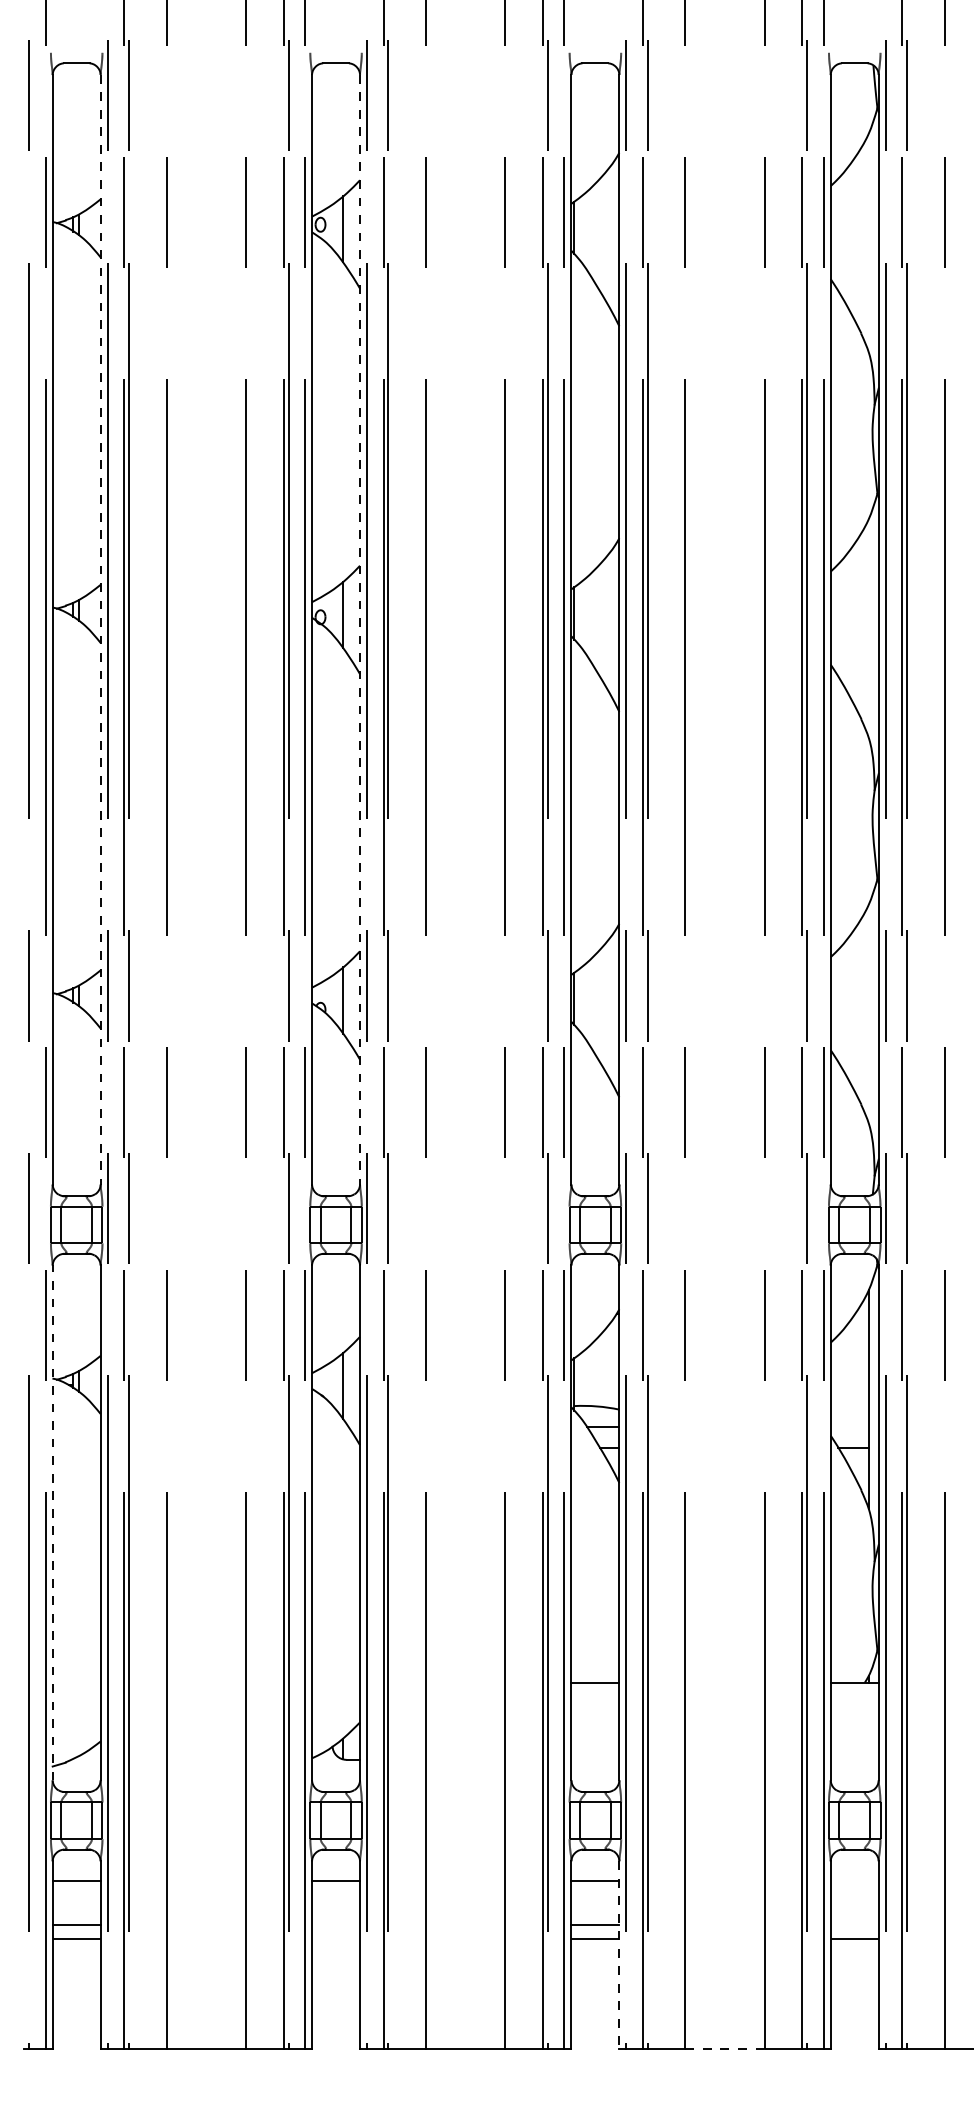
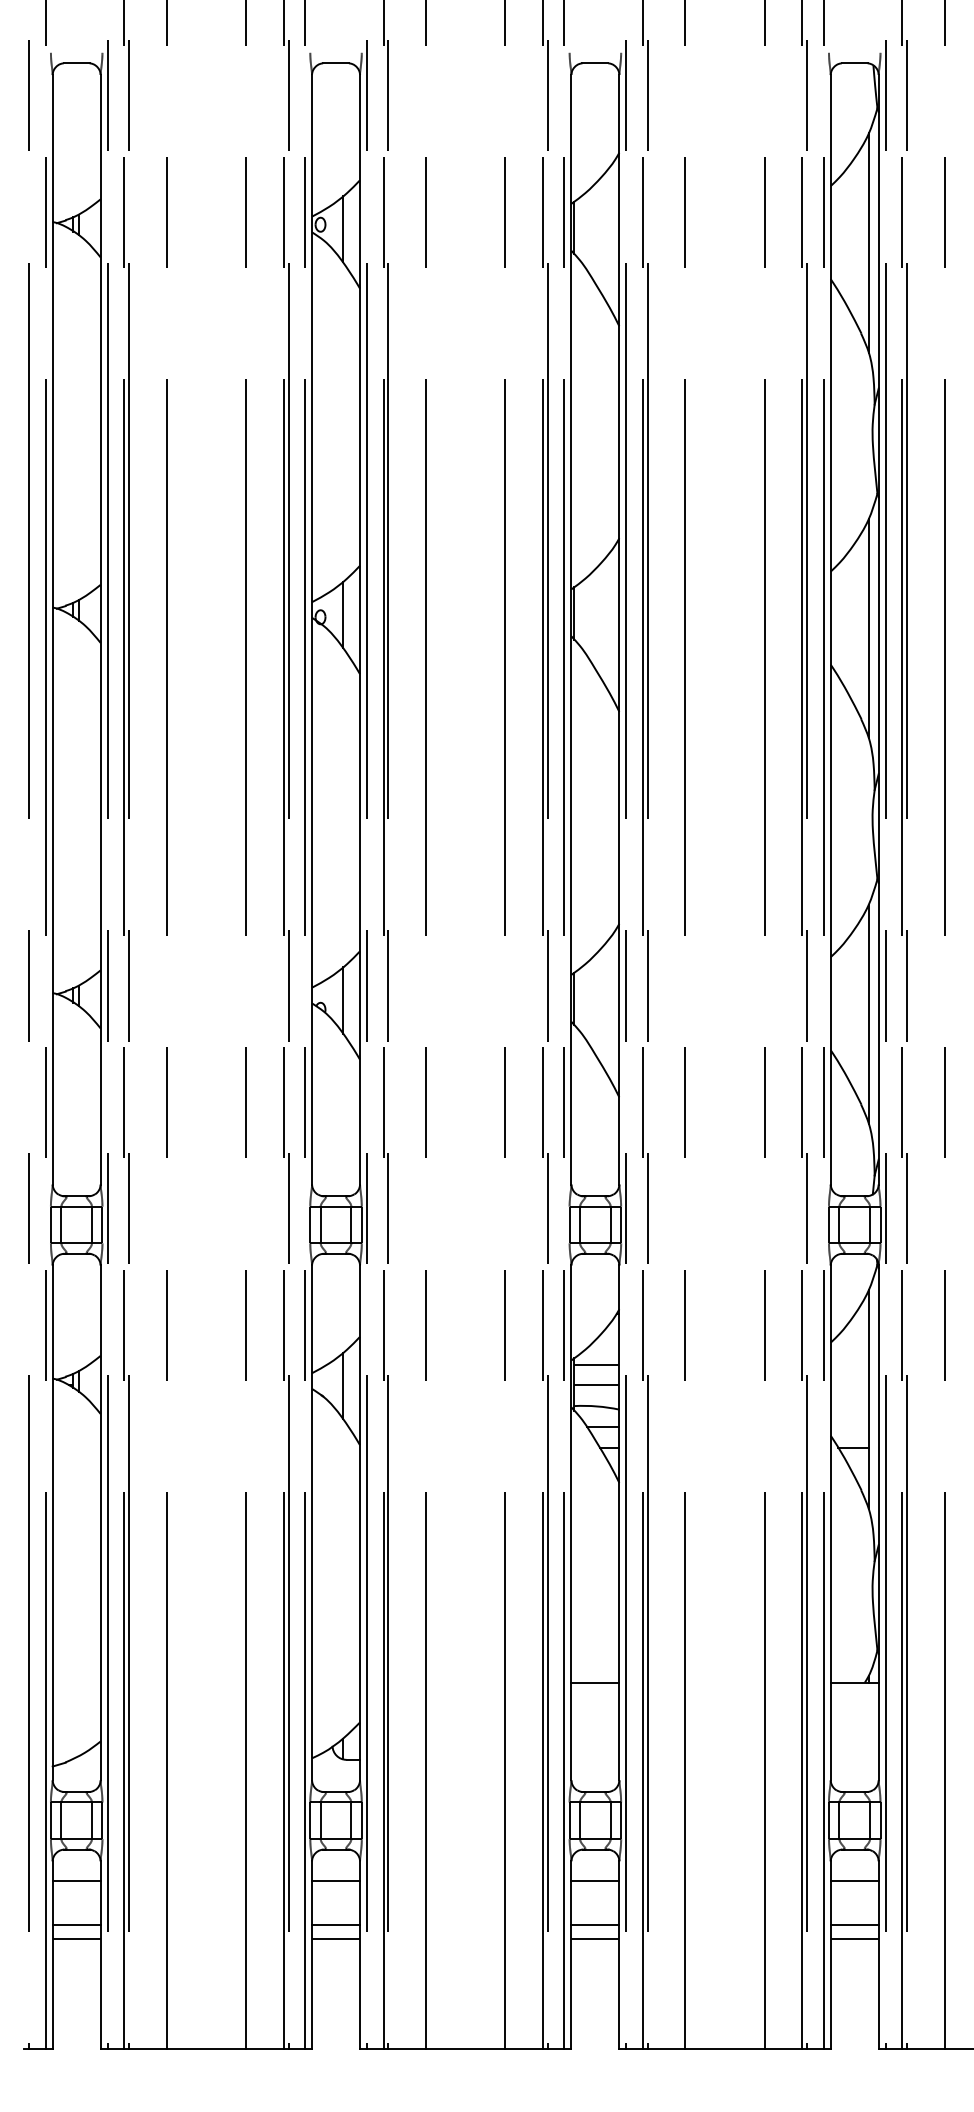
line at (868, 242): none -> present
line at (868, 628): none -> present
line at (100, 629): dashed -> solid
line at (360, 629): dashed -> solid
line at (868, 1013): none -> present
line at (596, 1365): none -> present
line at (596, 1384): none -> present
line at (52, 1522): dashed -> solid
line at (854, 1881): none -> present
line at (336, 1924): none -> present
line at (854, 1924): none -> present
line at (336, 1938): none -> present
line at (619, 1954): dashed -> solid
line at (725, 2048): dashed -> solid
